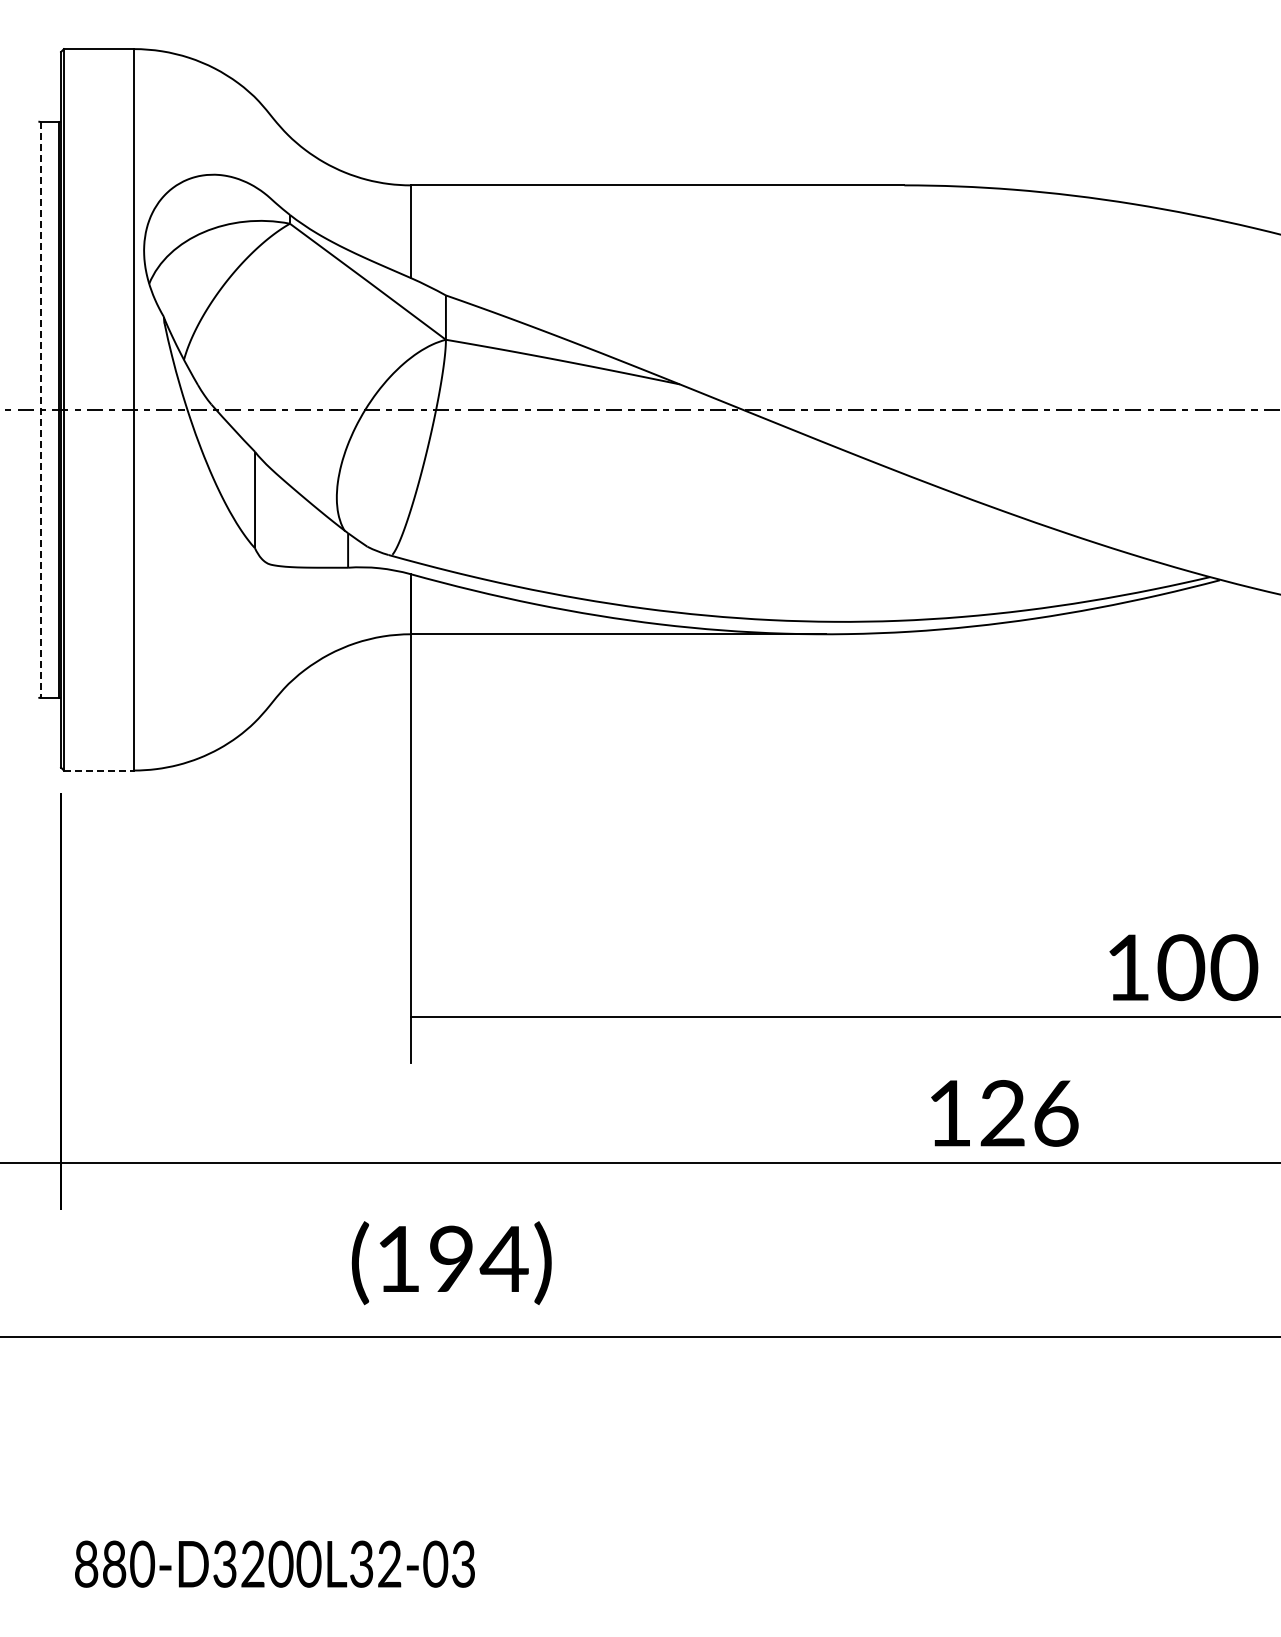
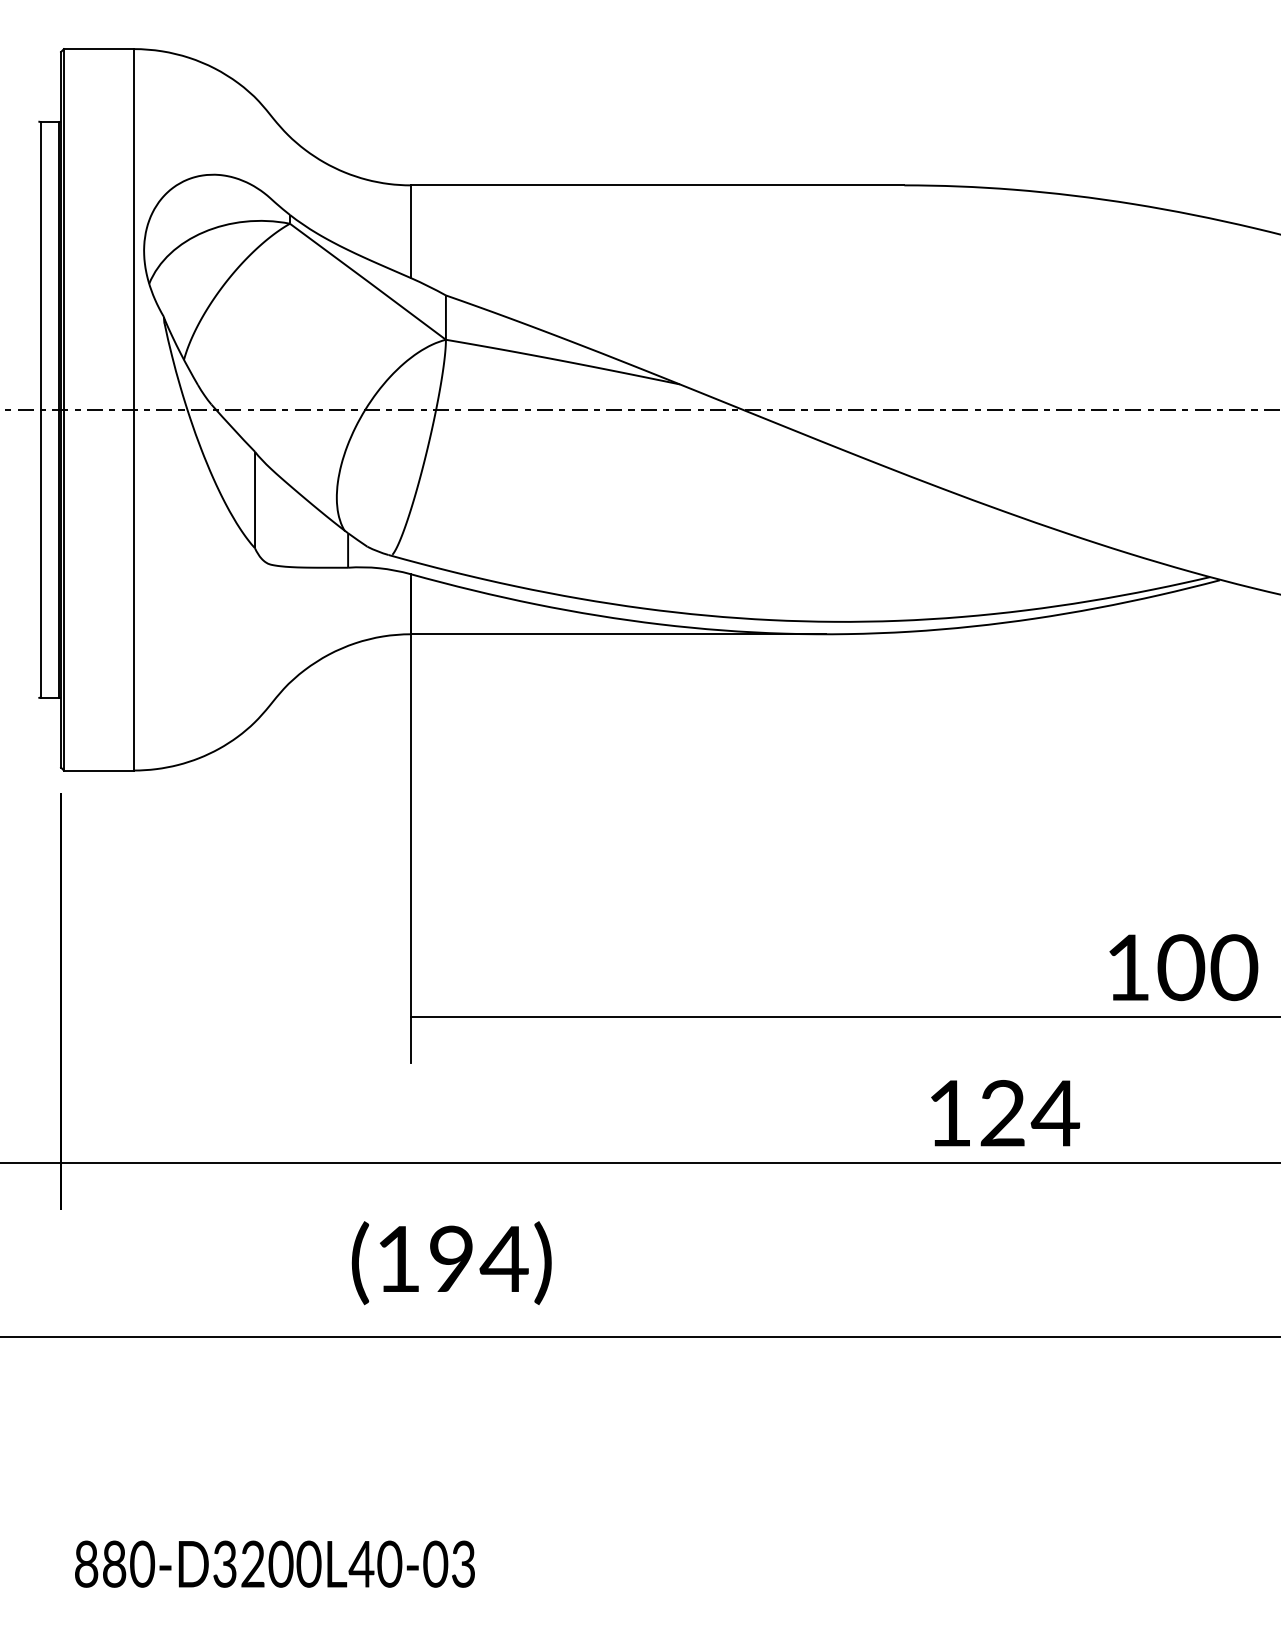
line at (40, 409): dashed -> solid
line at (98, 770): dashed -> solid
text at (1054, 1113): 126 -> 124
text at (375, 1563): 880-D3200L32-03 -> 880-D3200L40-03
